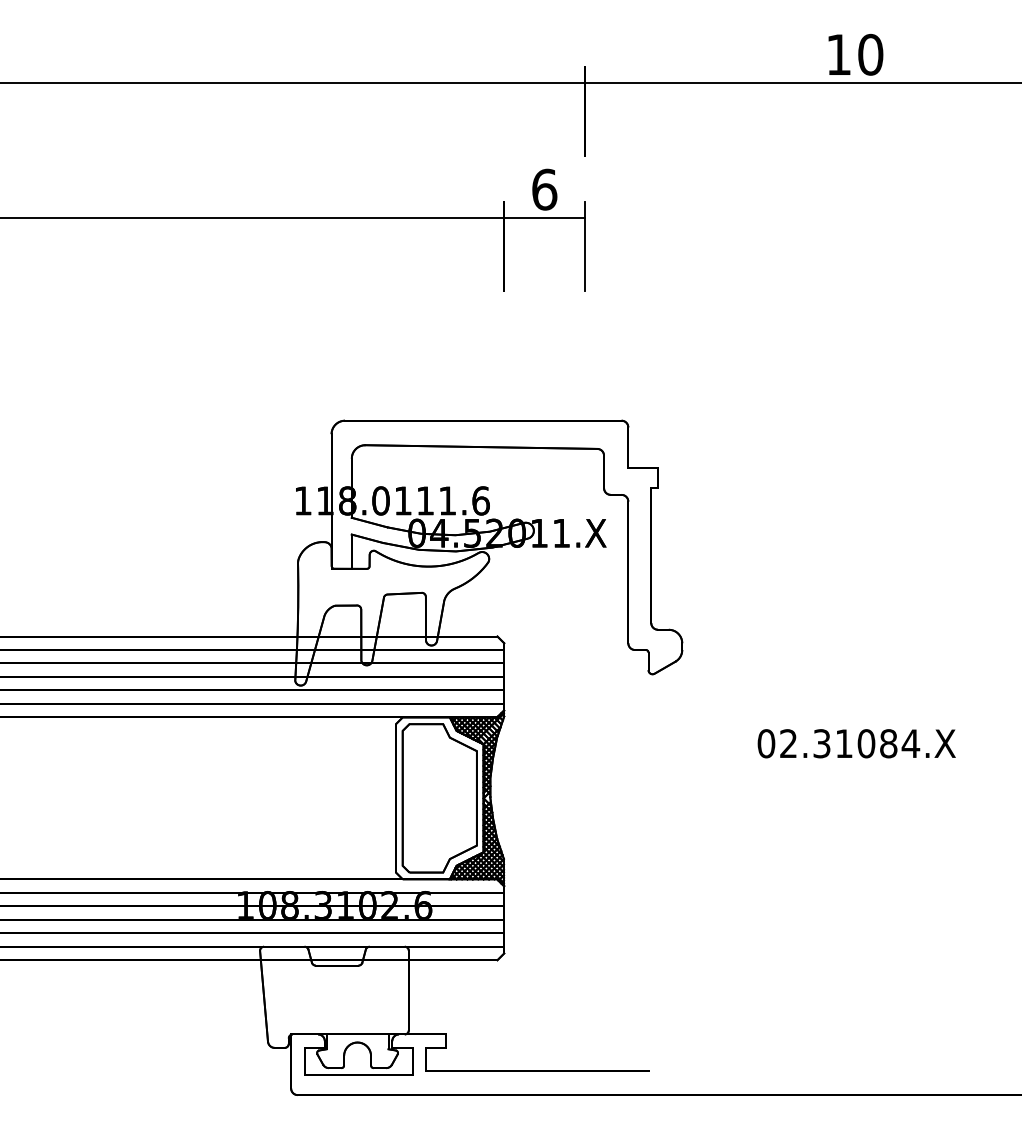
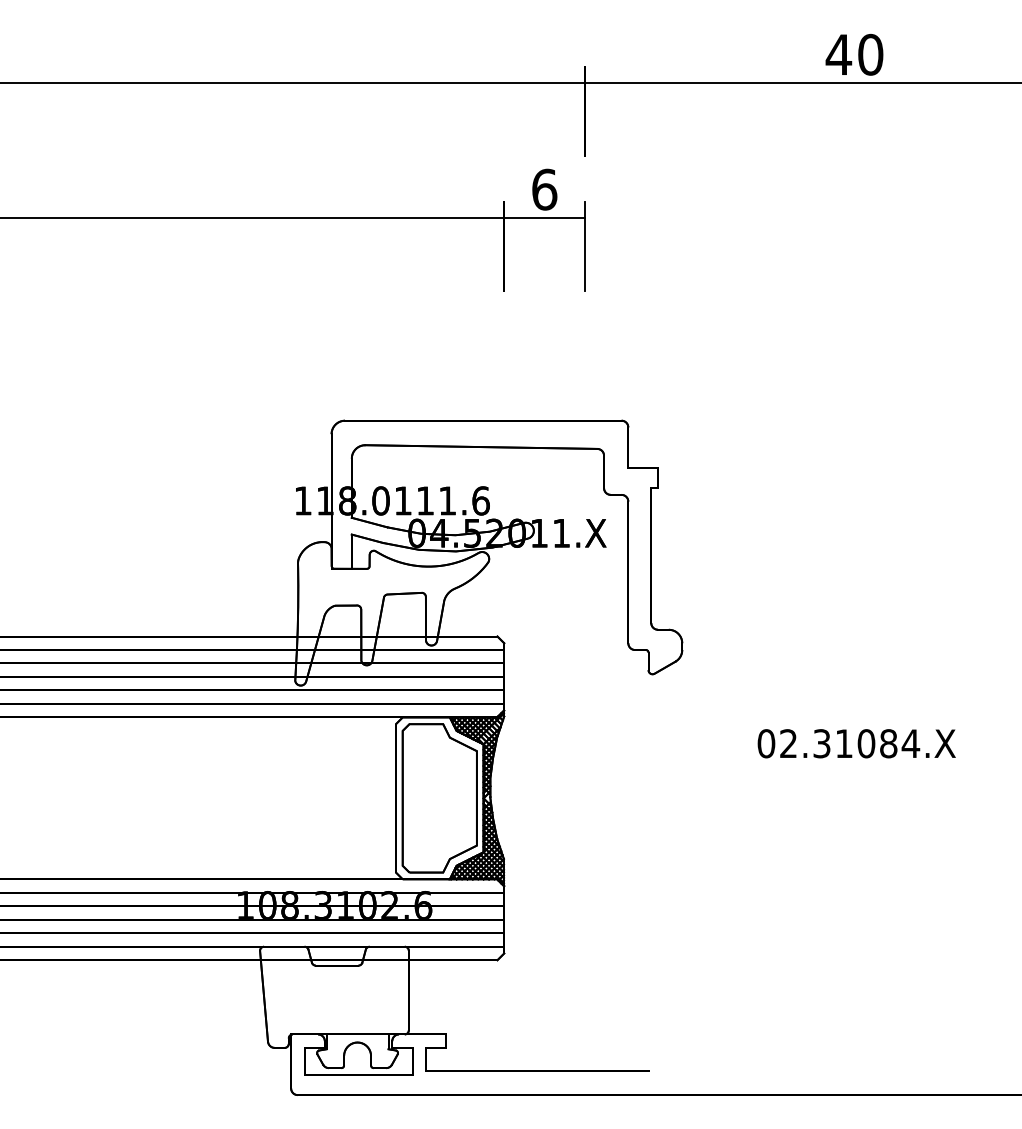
text at (838, 54): 10 -> 40
